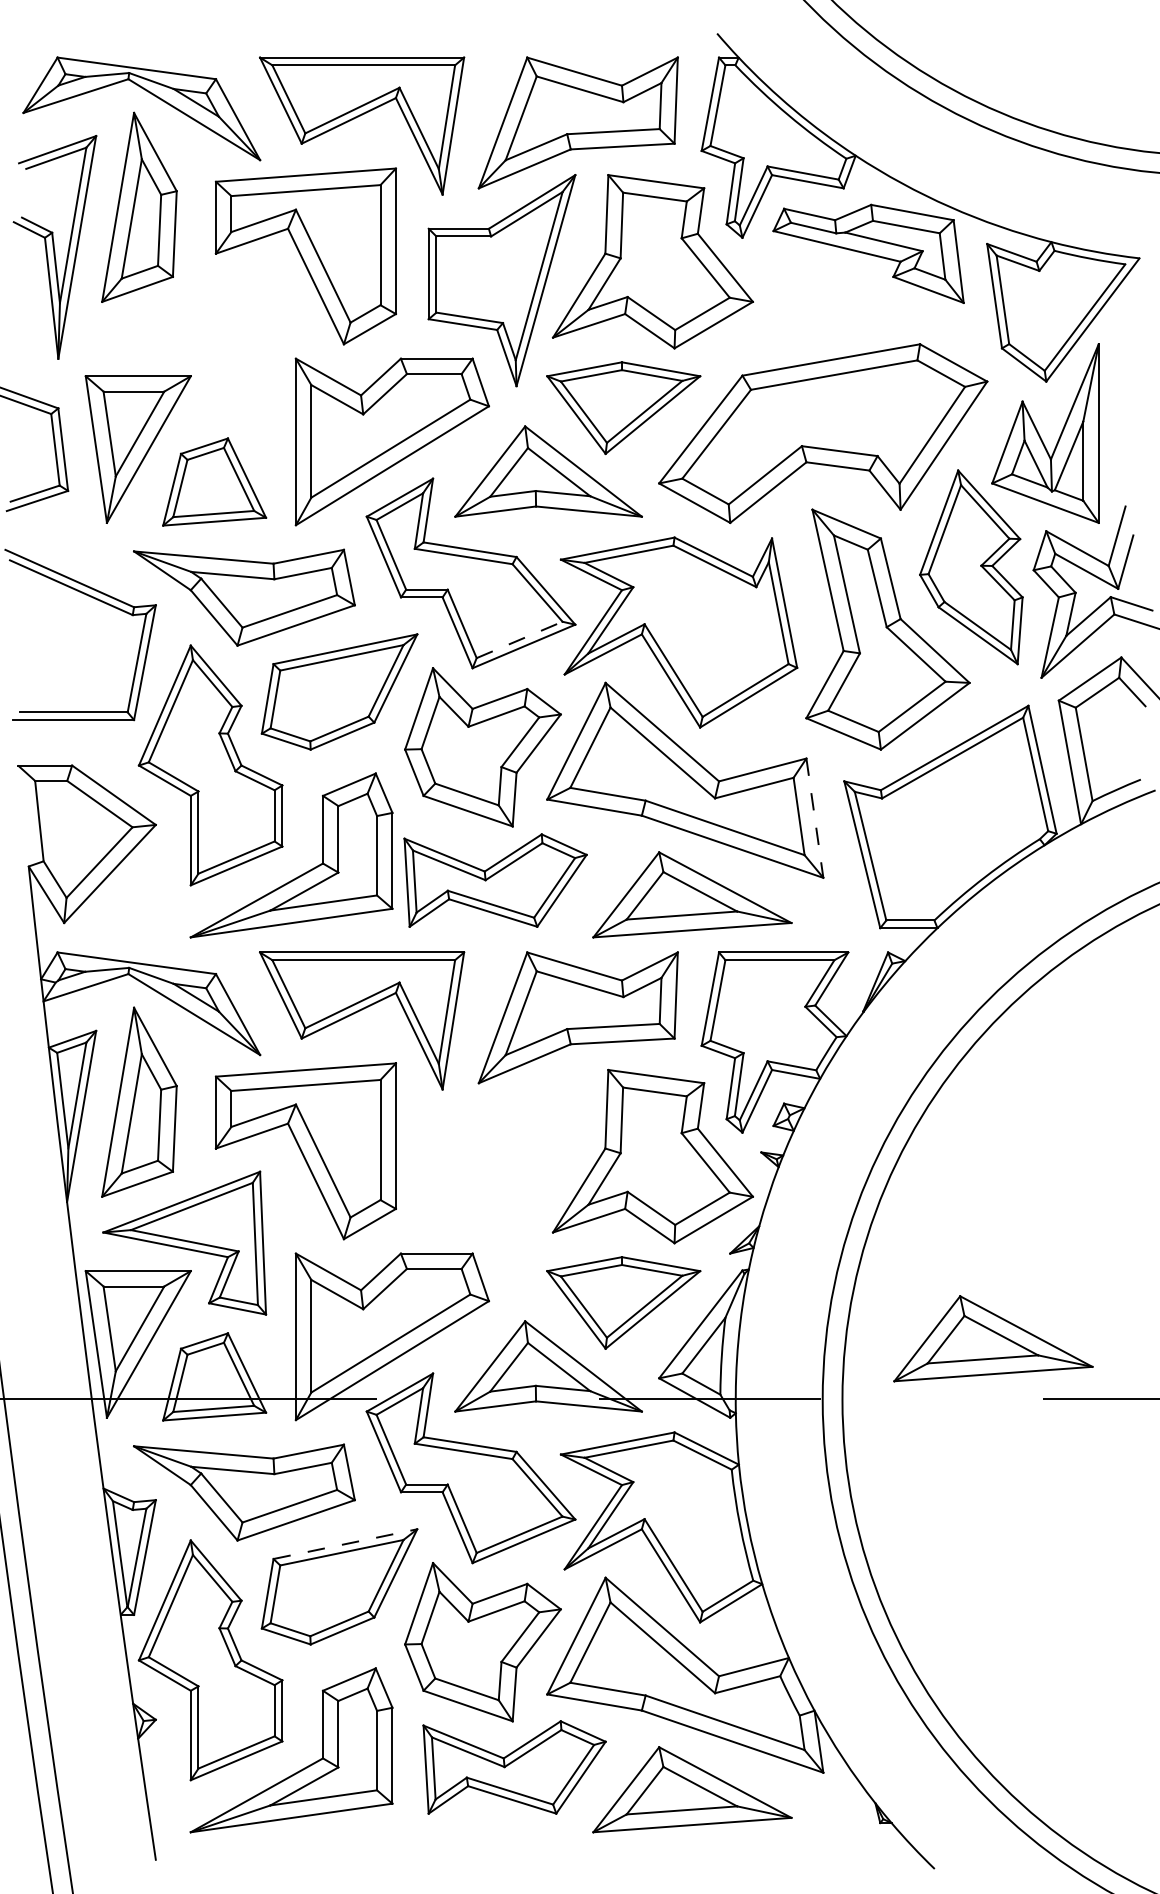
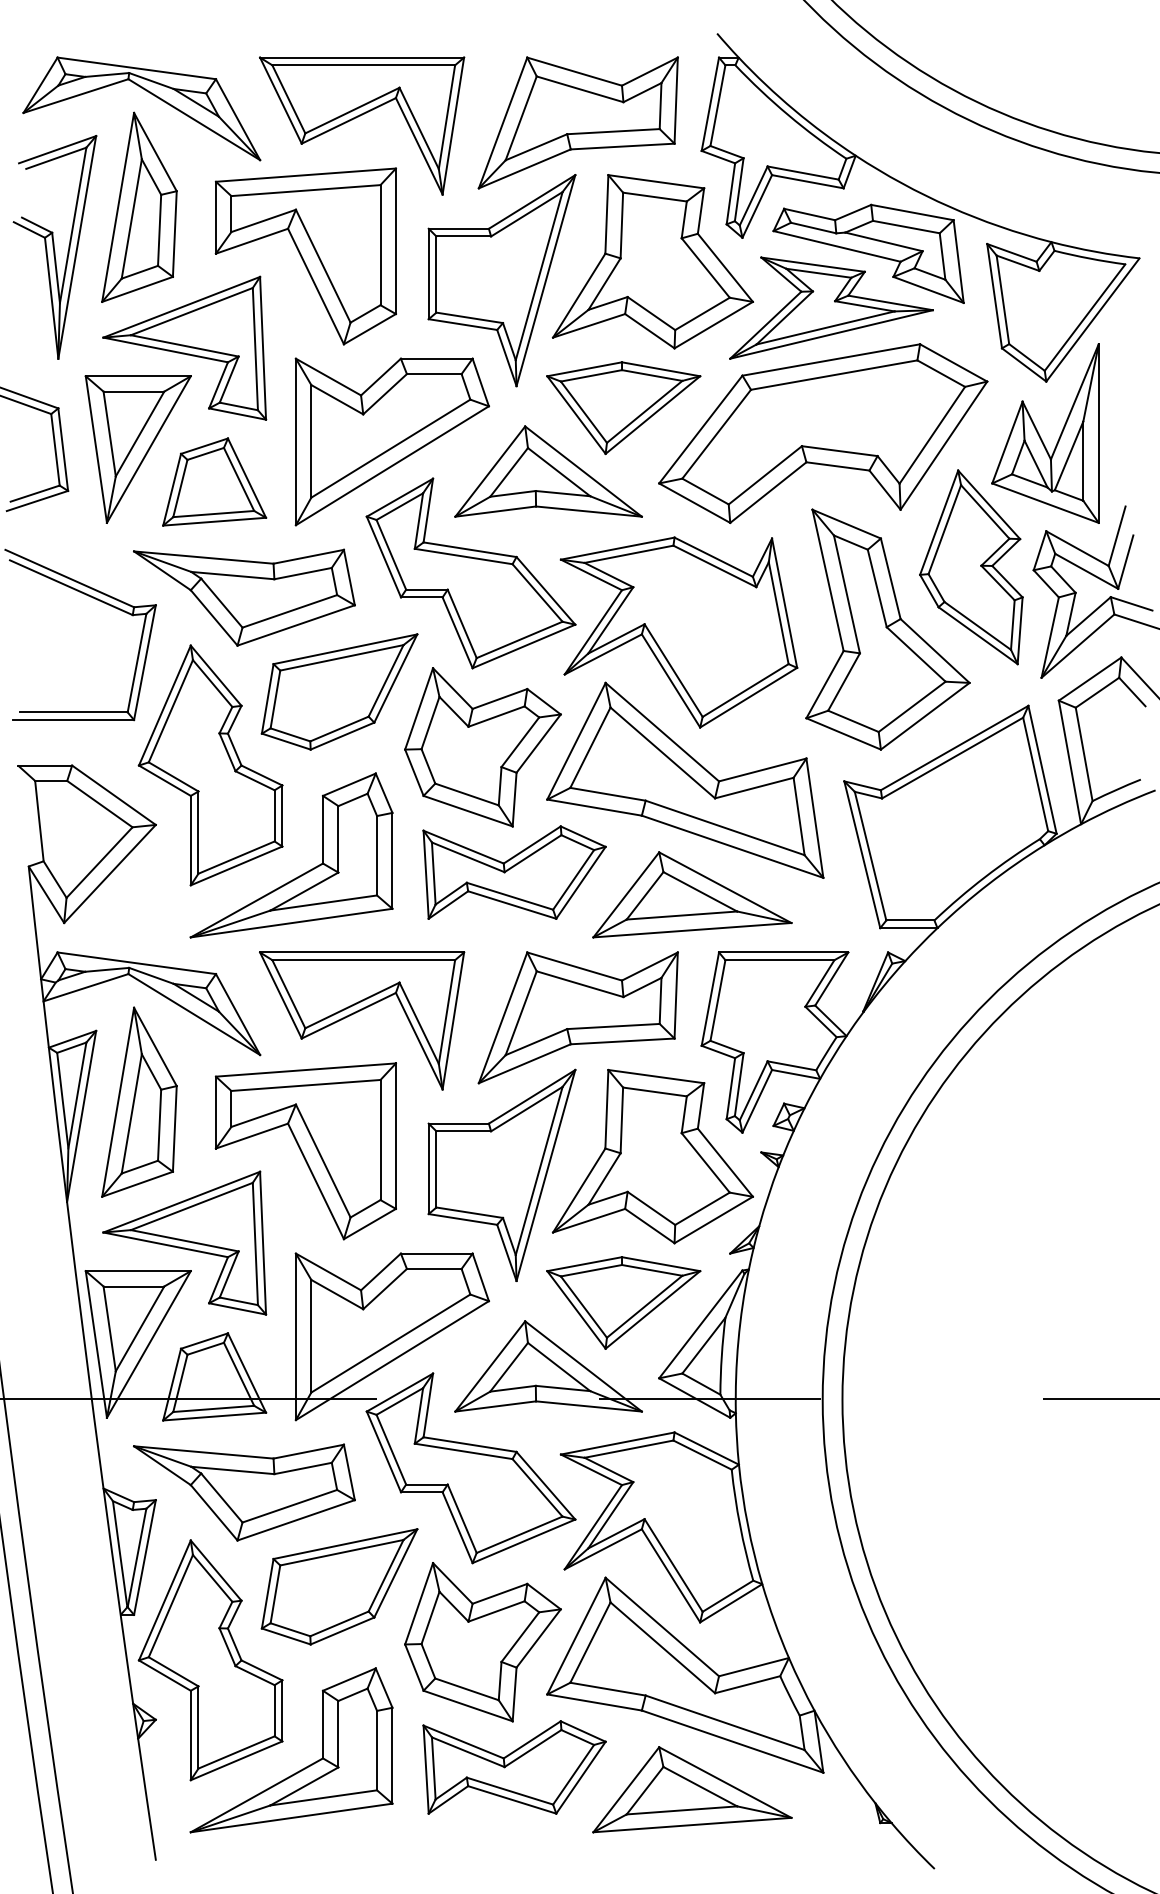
part at (831, 307): none -> present
part at (184, 347): none -> present
line at (519, 639): dashed -> solid
line at (814, 818): dashed -> solid
part at (495, 880) position: (495, 880) -> (514, 872)
part at (501, 1174): none -> present
part at (993, 1338): present -> none
line at (345, 1544): dashed -> solid
